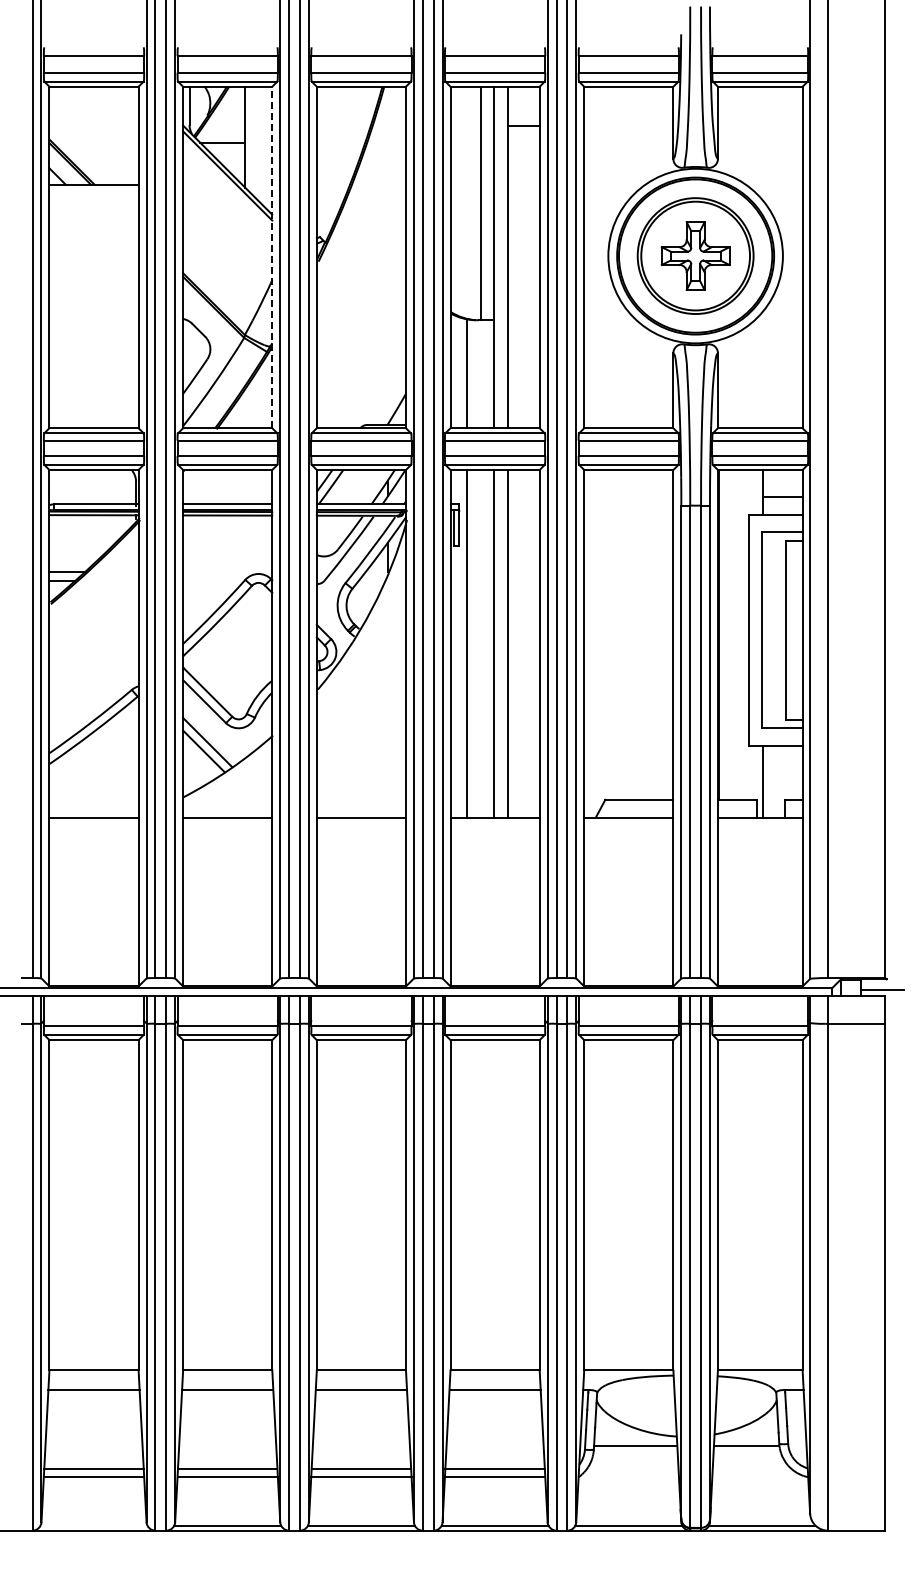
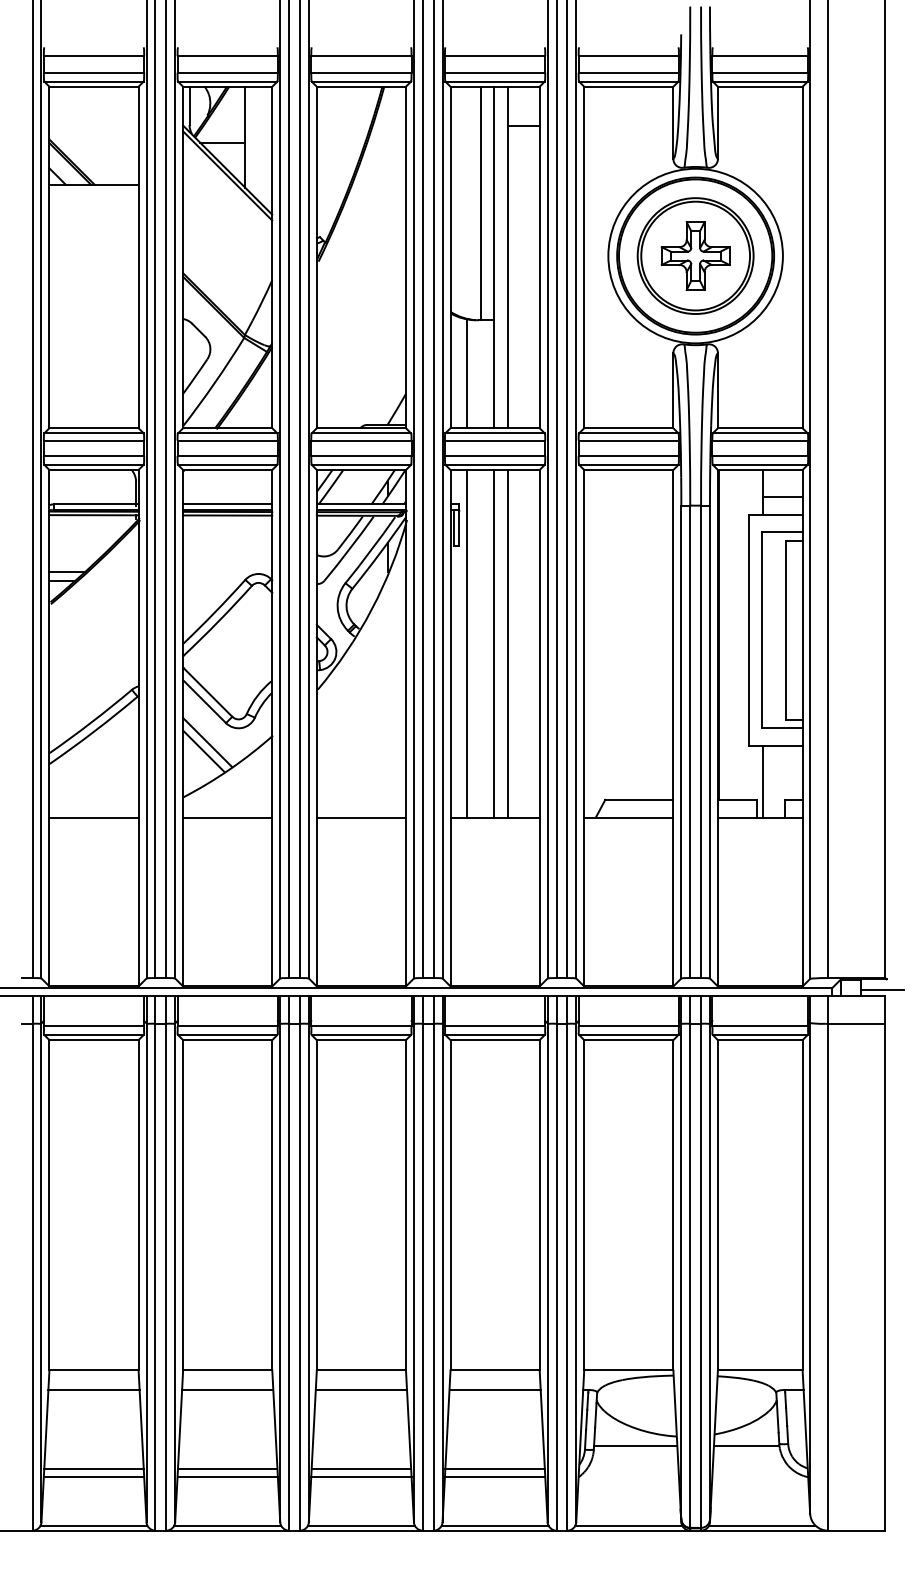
line at (272, 257): dashed -> solid
line at (93, 1525): none -> present
